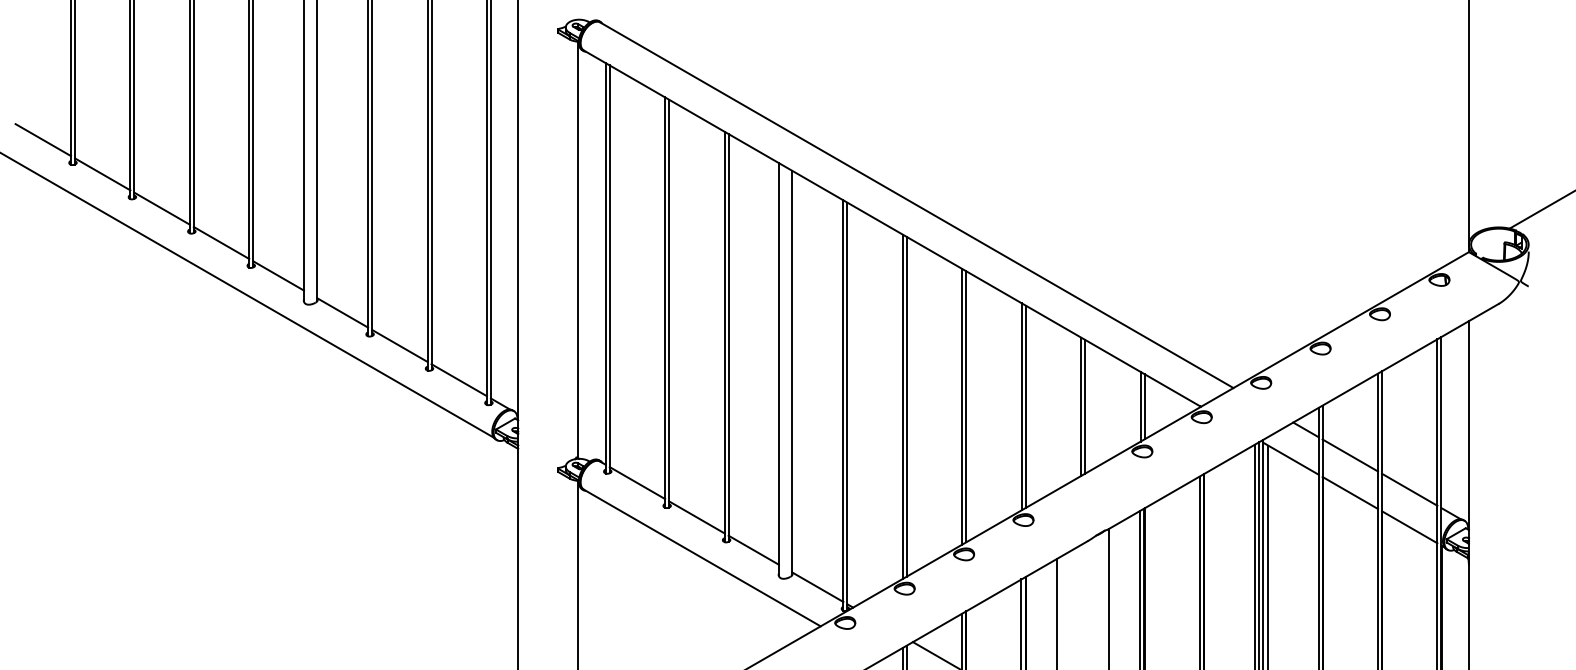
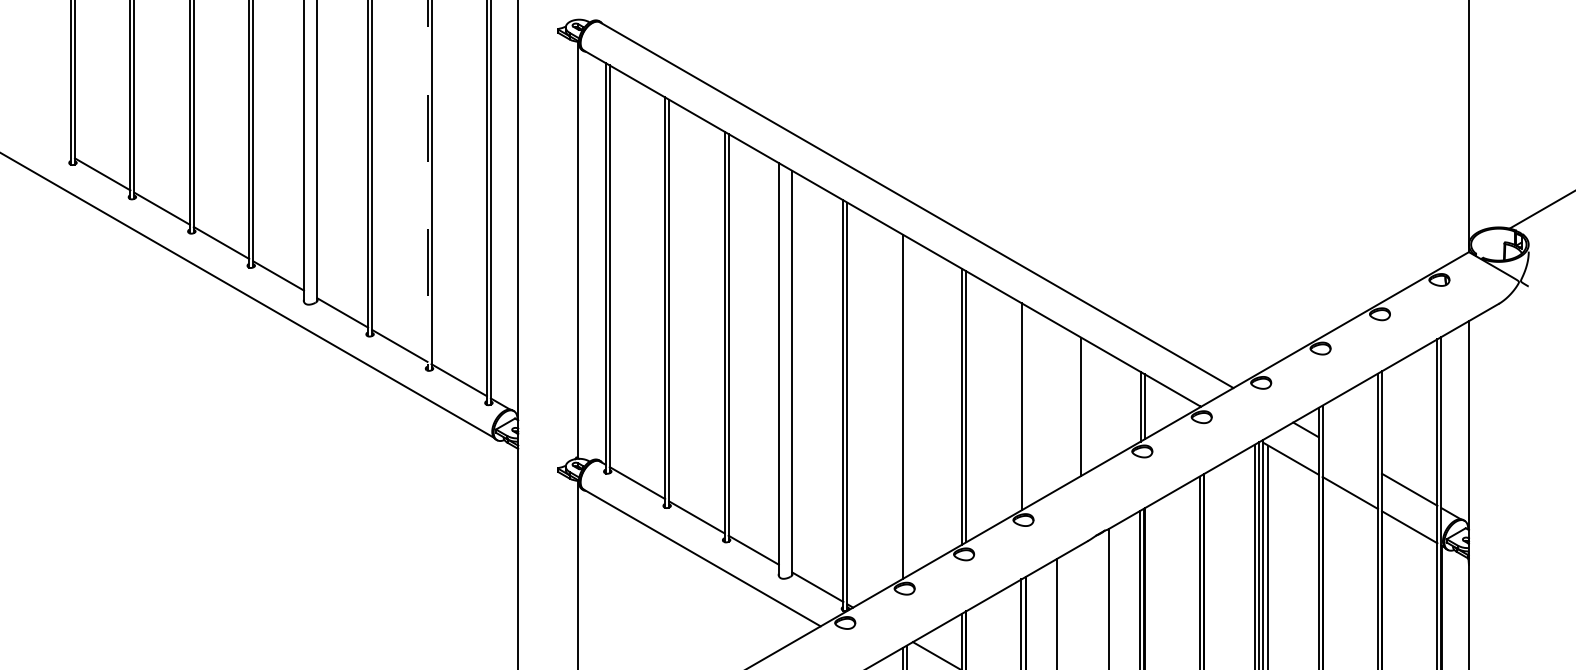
line at (42, 140): present -> none
line at (427, 185): solid -> dashed
line at (906, 406): present -> none
line at (1025, 406): present -> none
line at (1085, 406): present -> none
line at (1349, 455): present -> none
